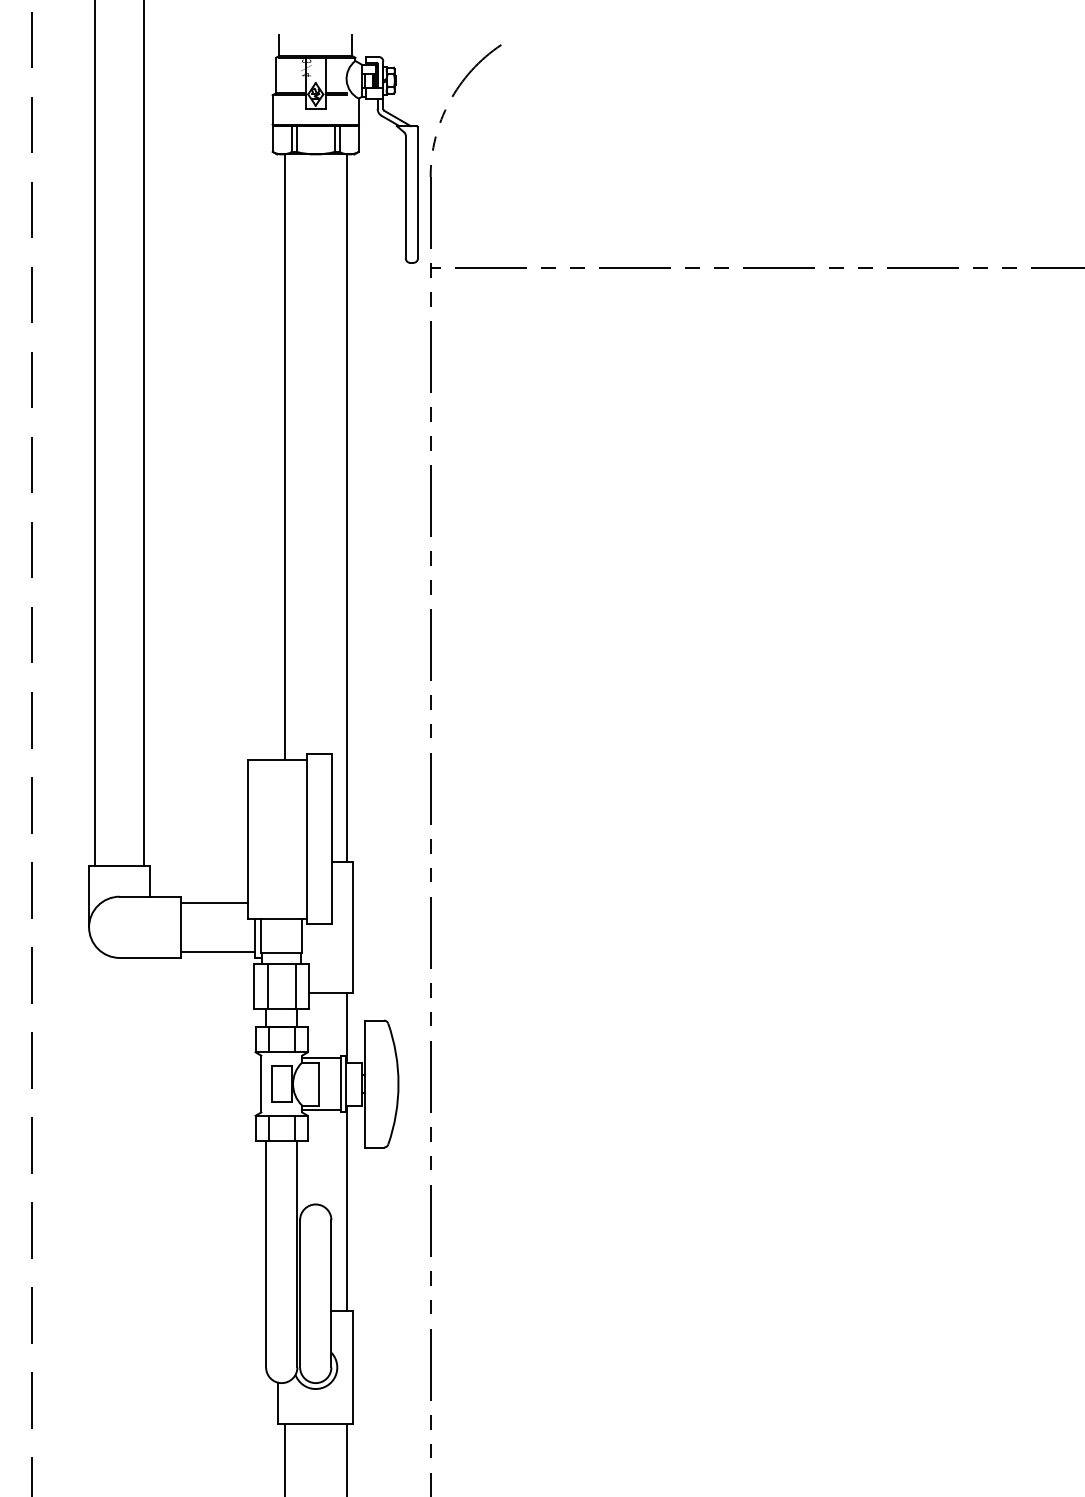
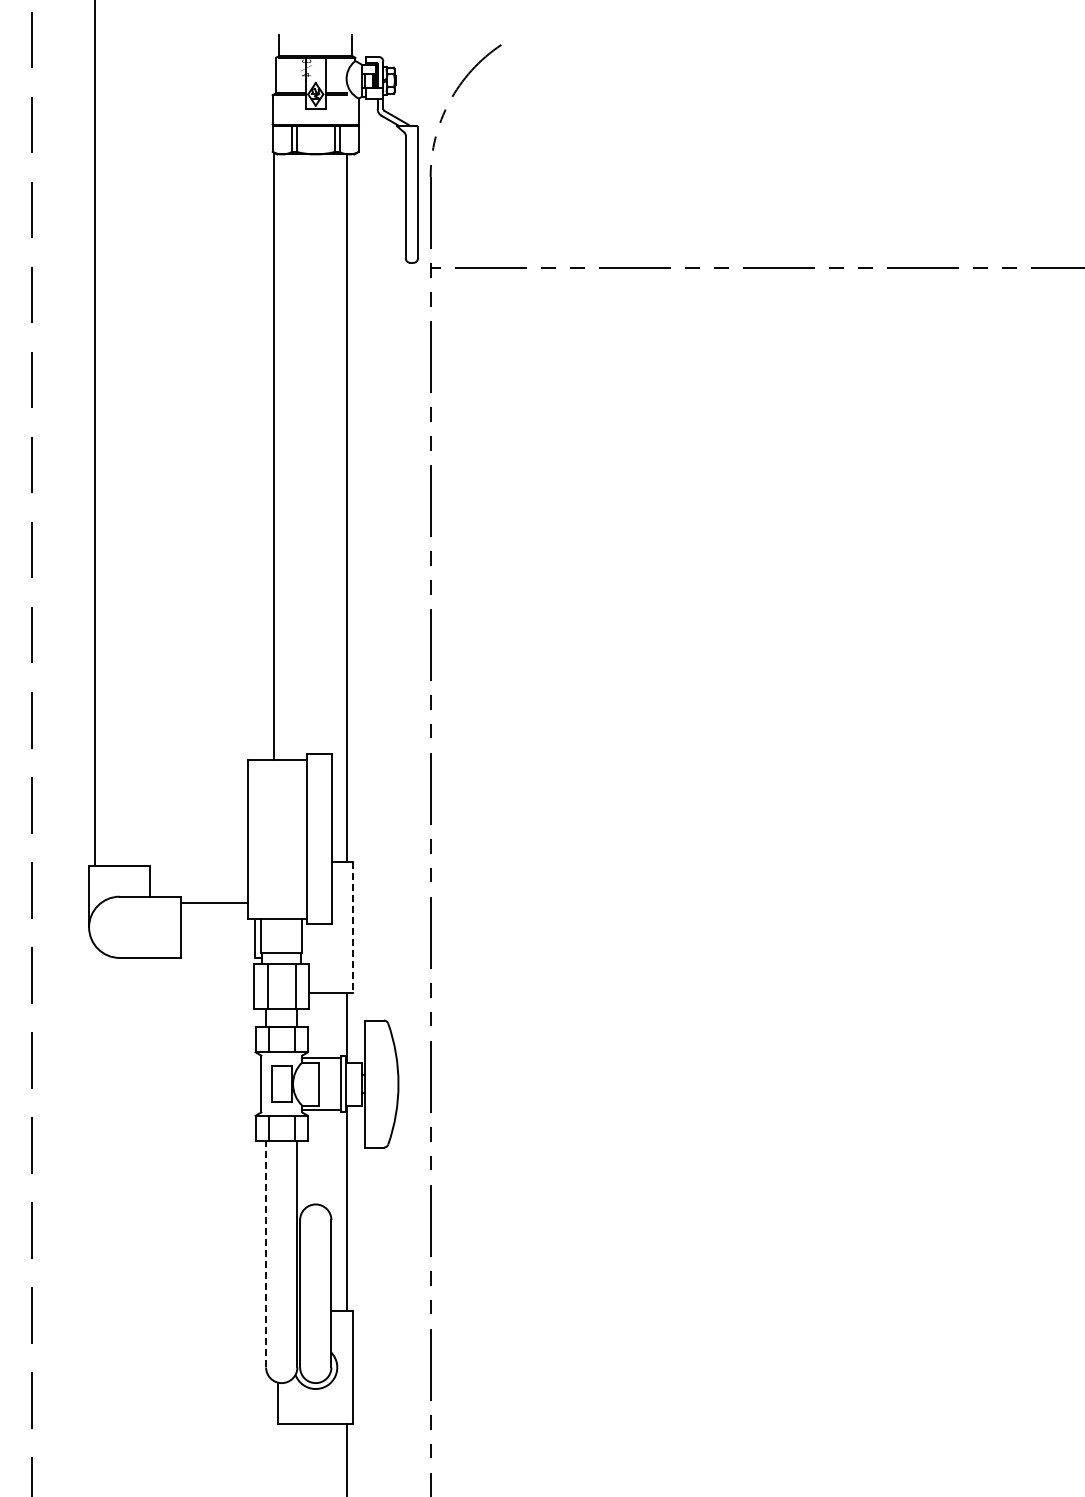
line at (144, 434): present -> none
line at (284, 456) position: (284, 456) -> (273, 456)
line at (353, 927): solid -> dashed
line at (217, 951): present -> none
line at (266, 1253): solid -> dashed
line at (284, 1458): present -> none
